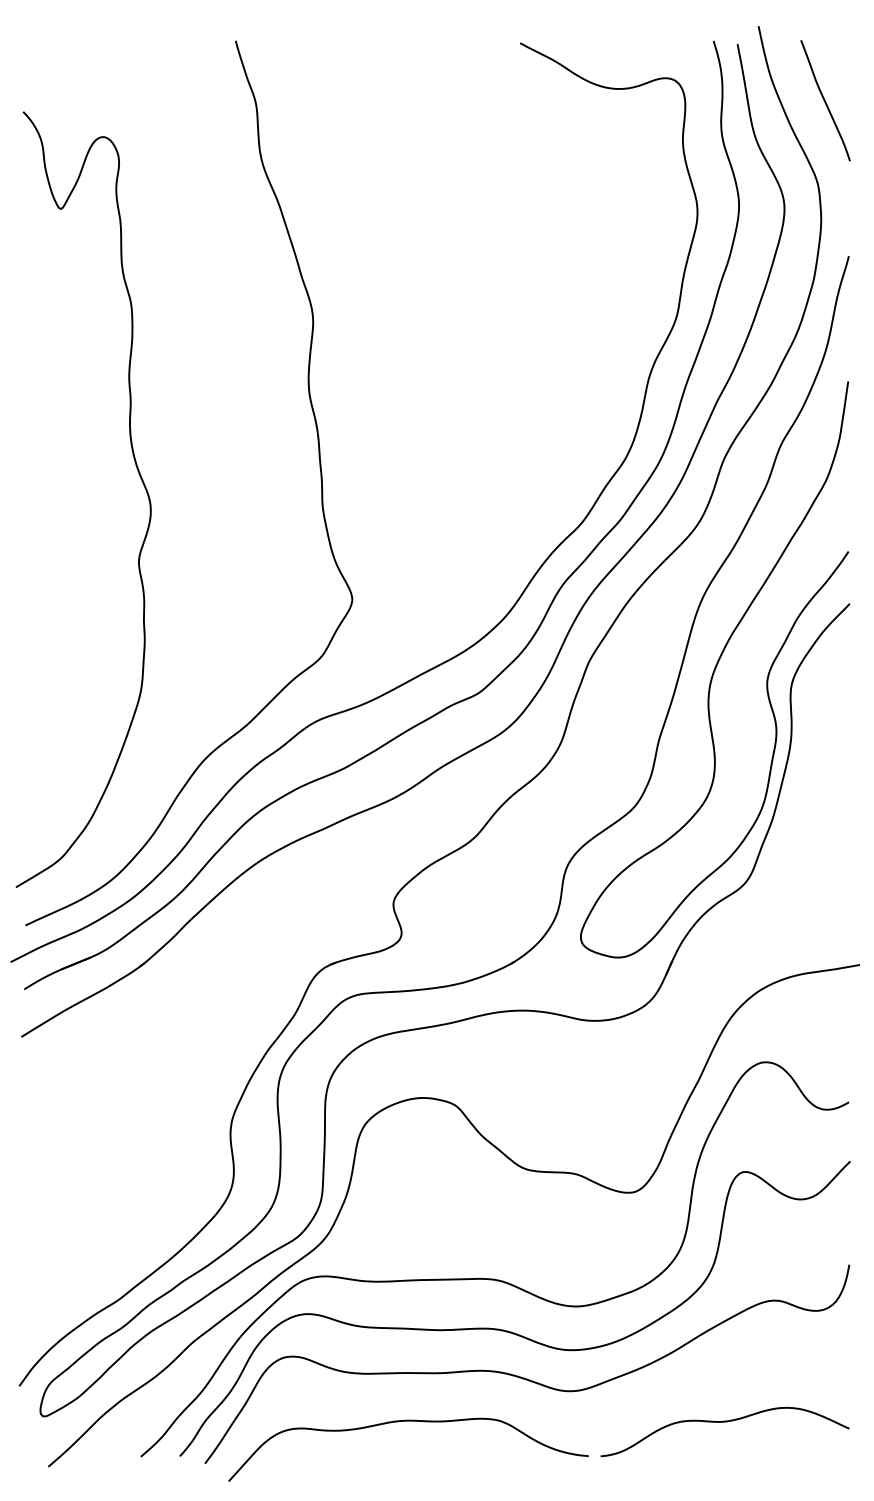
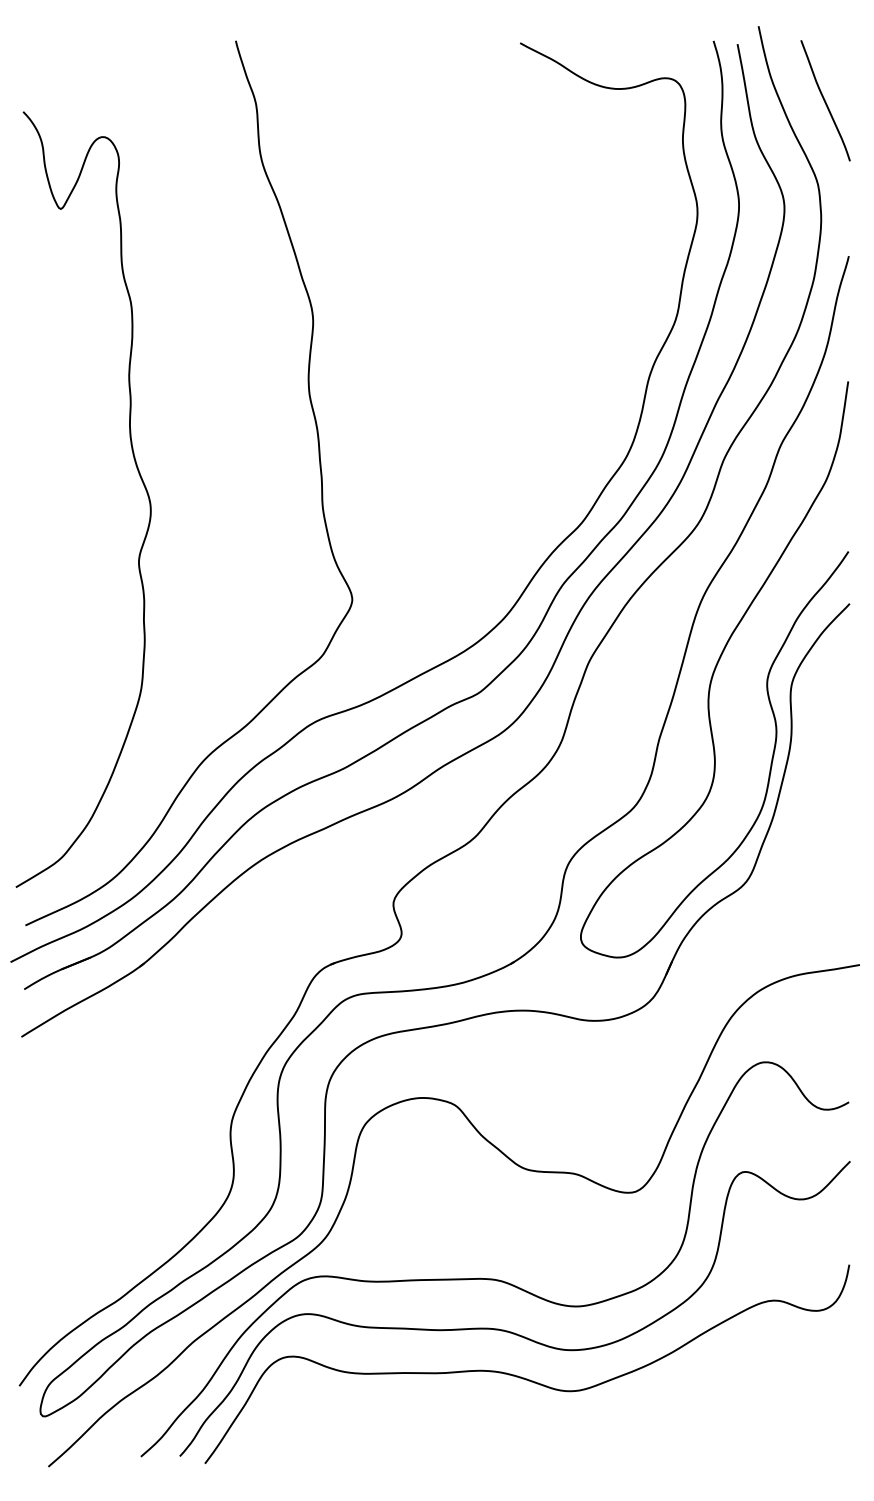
curve at (408, 1421): present -> none
curve at (724, 1422): present -> none
